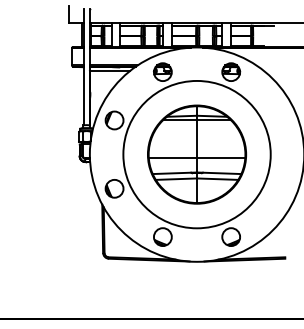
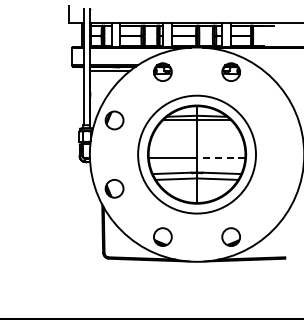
circle at (196, 154) diameter: 147 px -> 118 px
line at (220, 157): solid -> dashed
